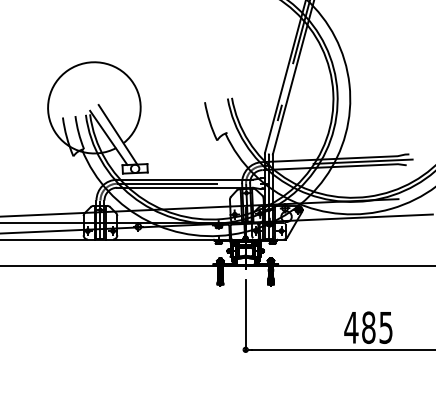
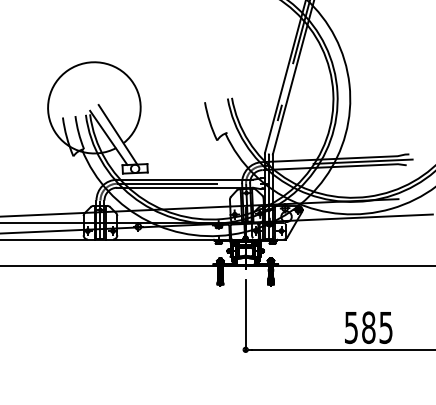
text at (351, 327): 485 -> 585
